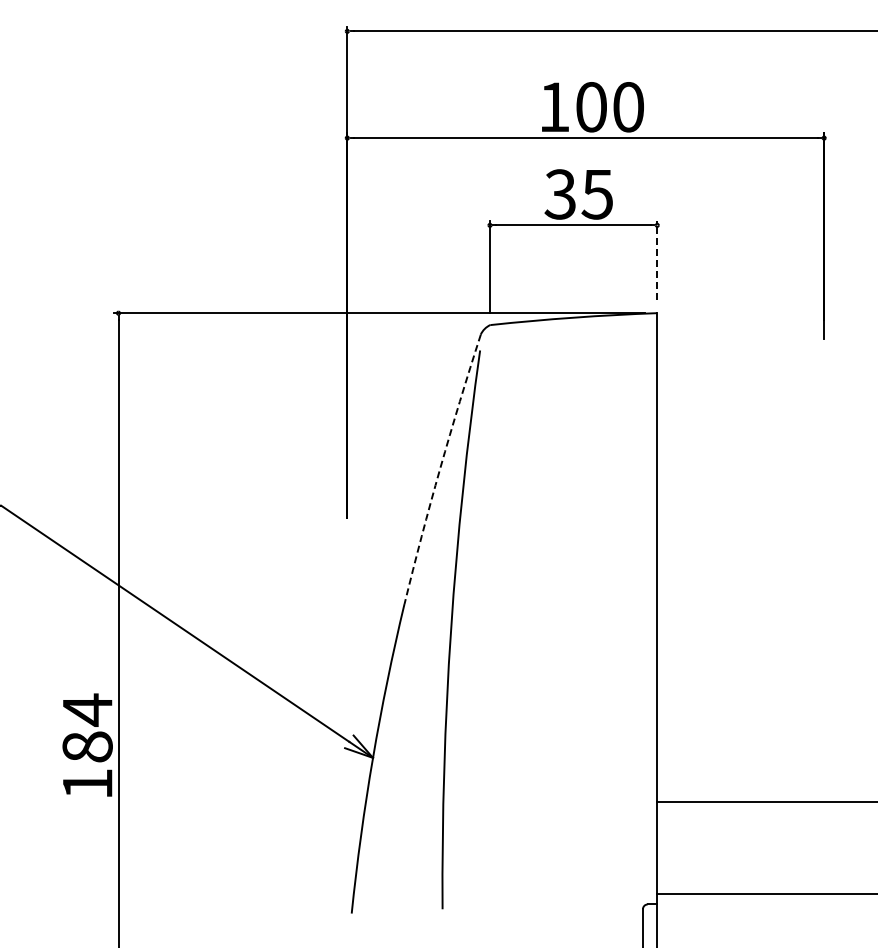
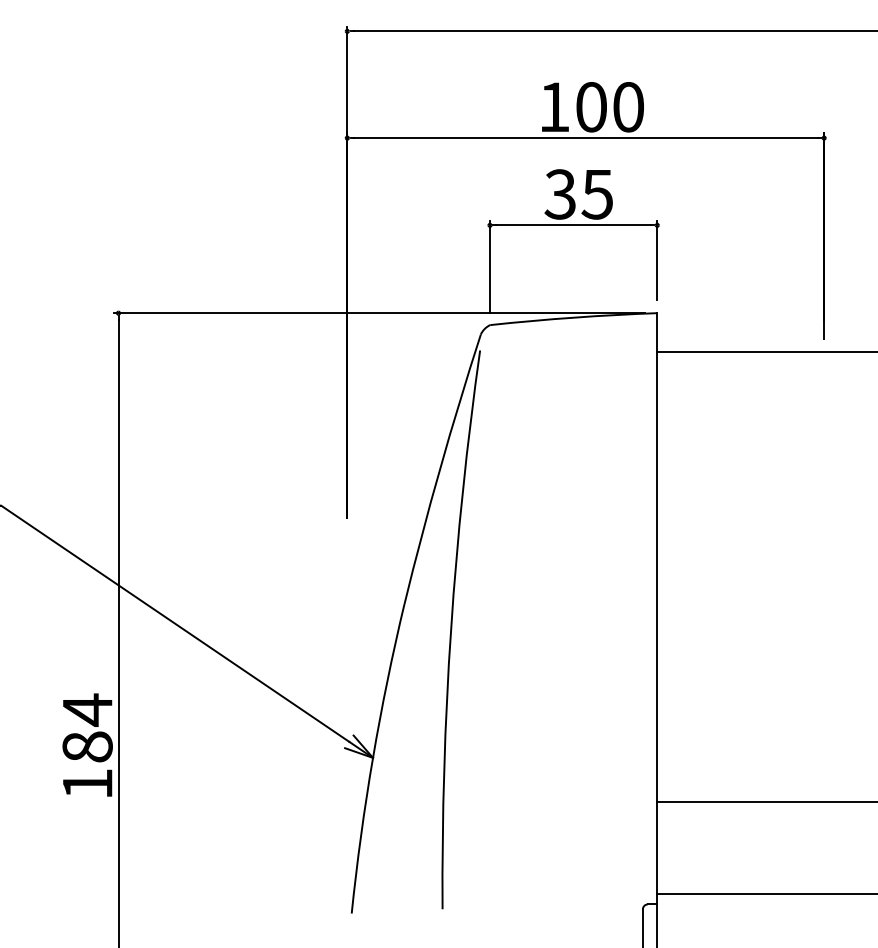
line at (657, 260): dashed -> solid
line at (765, 352): none -> present
arc at (440, 468): dashed -> solid
